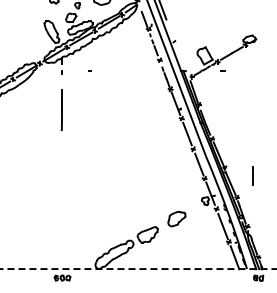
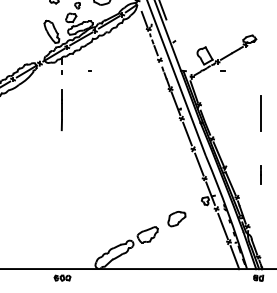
line at (261, 113): none -> present
line at (252, 175) position: (252, 175) -> (260, 174)
line at (138, 269): dashed -> solid
